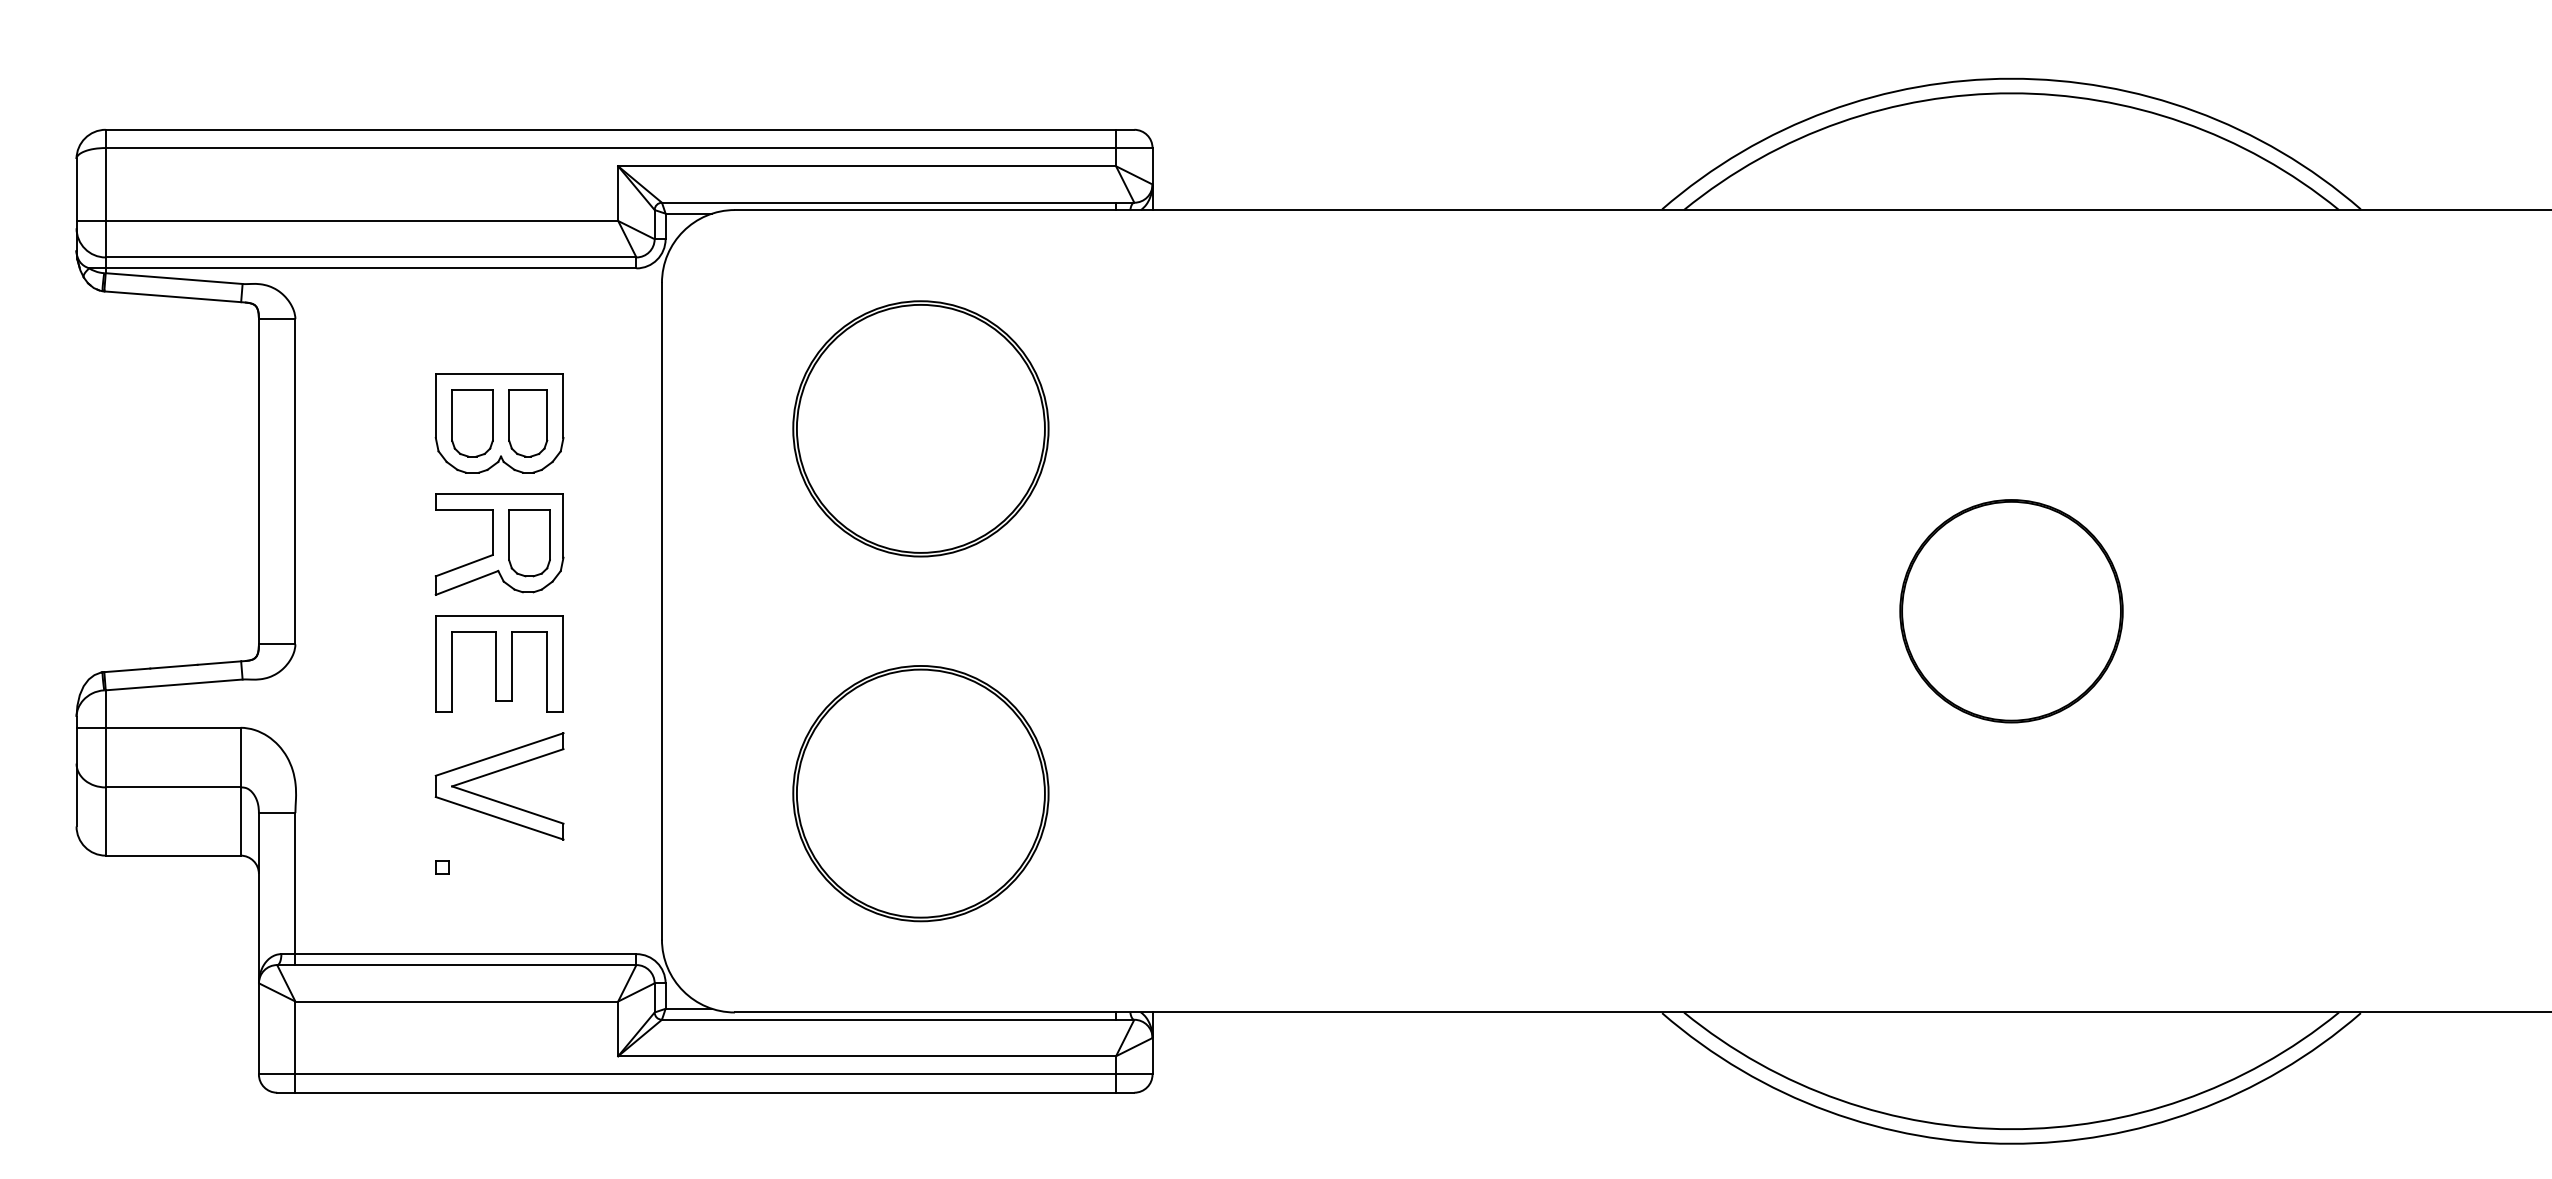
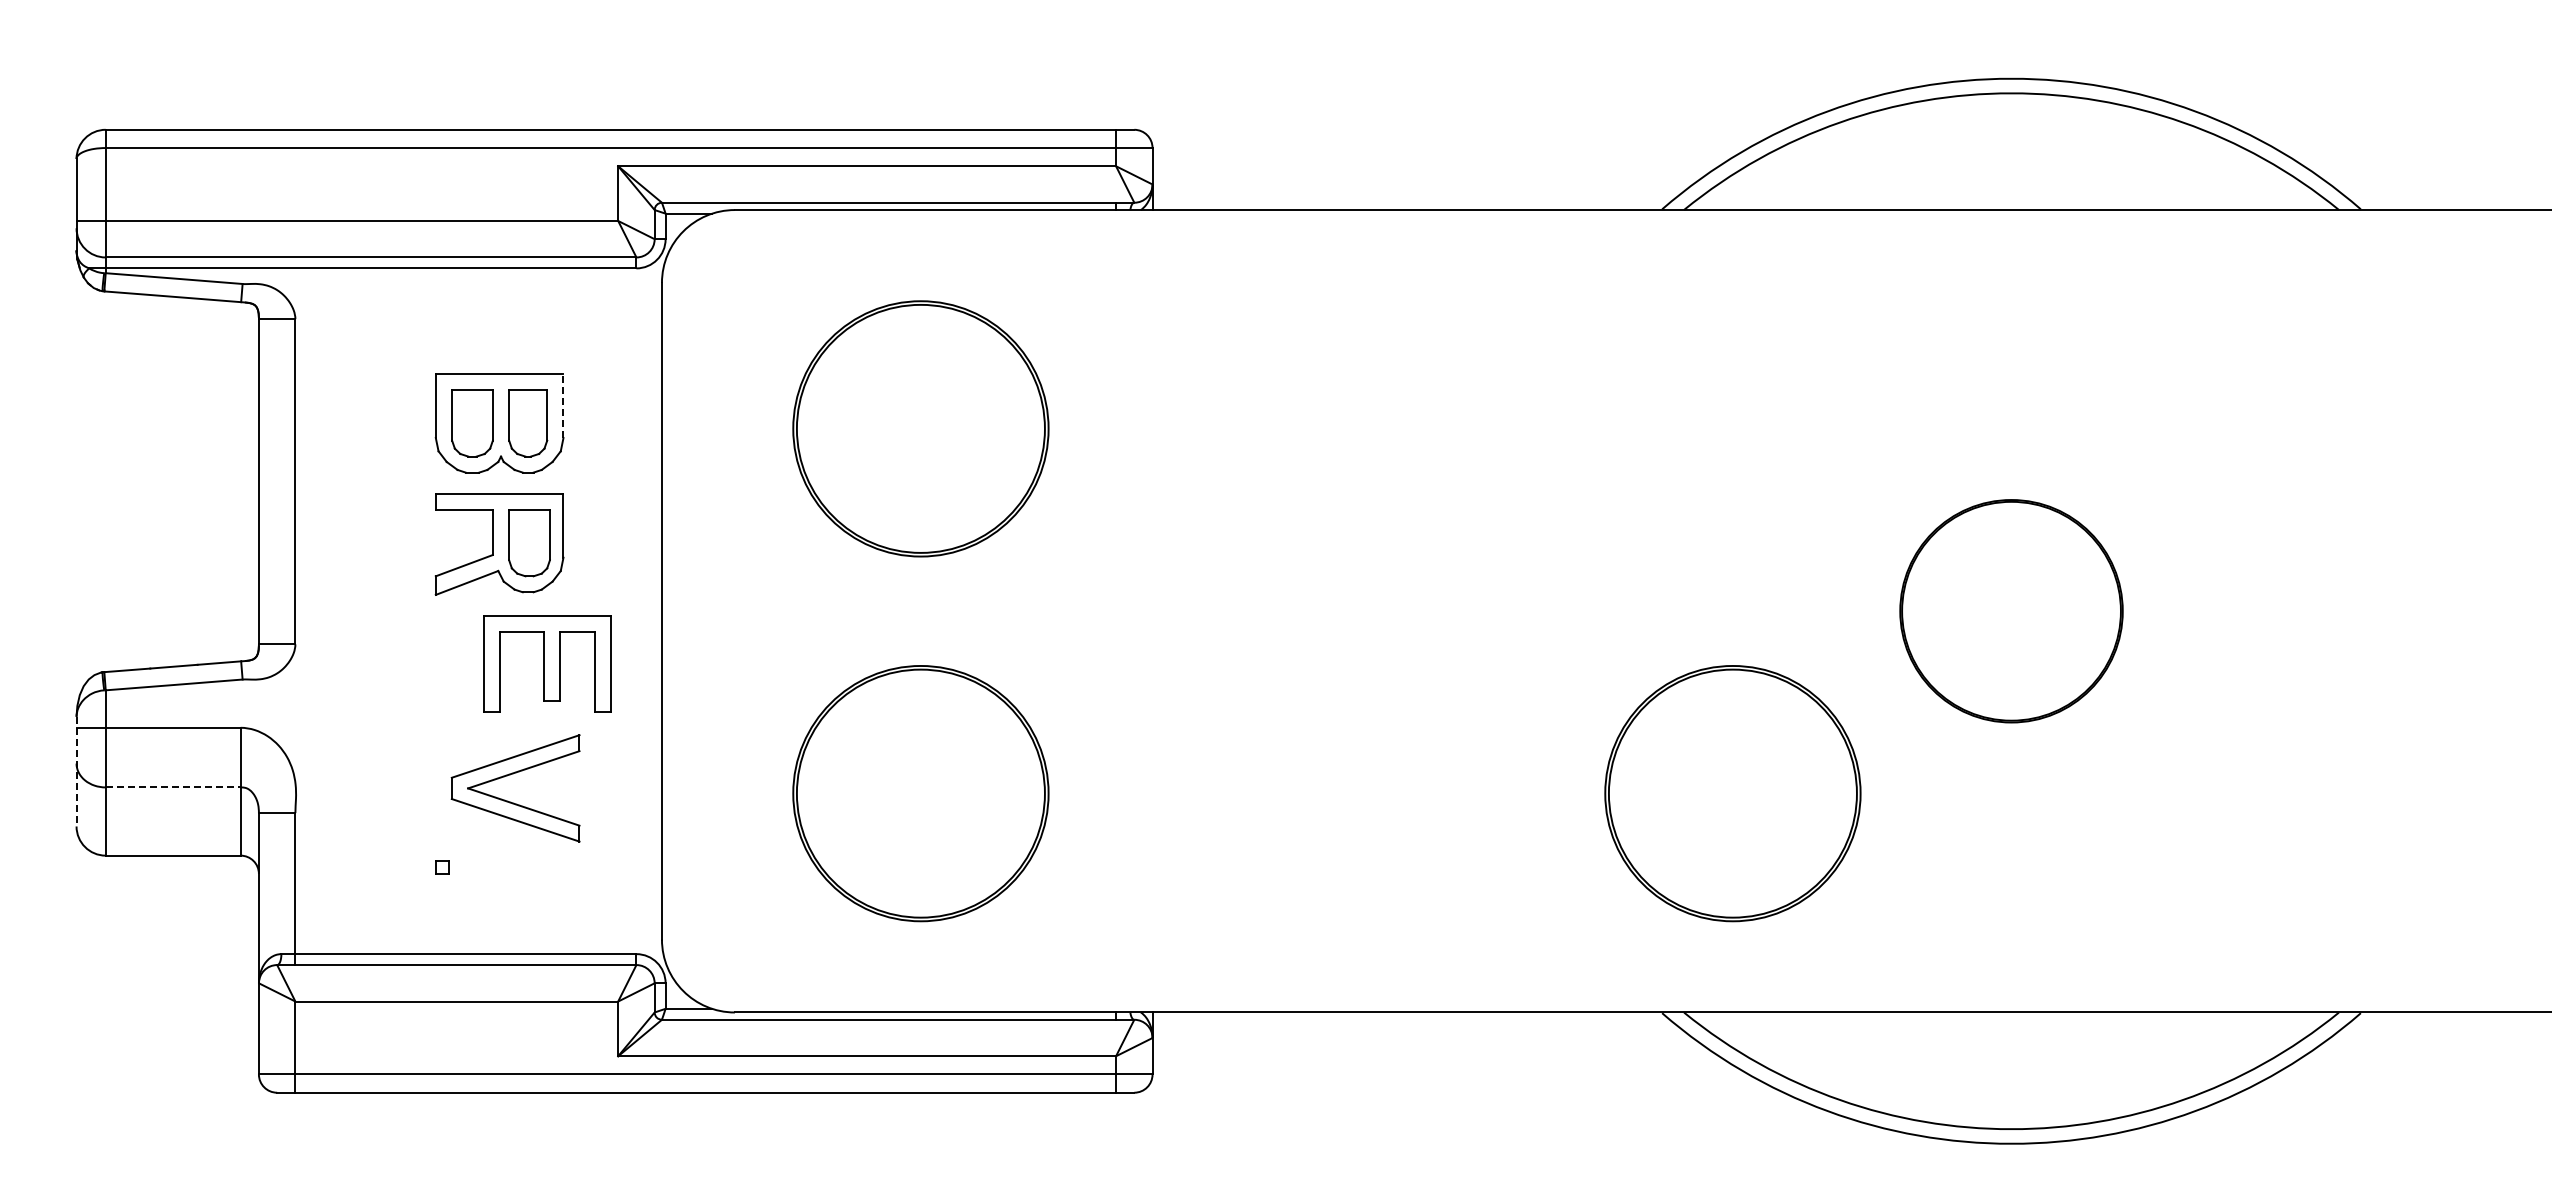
line at (563, 406): solid -> dashed
part at (499, 663) position: (499, 663) -> (547, 663)
line at (76, 771): solid -> dashed
part at (494, 773) position: (494, 773) -> (510, 775)
line at (173, 787): solid -> dashed
part at (1732, 793): none -> present
